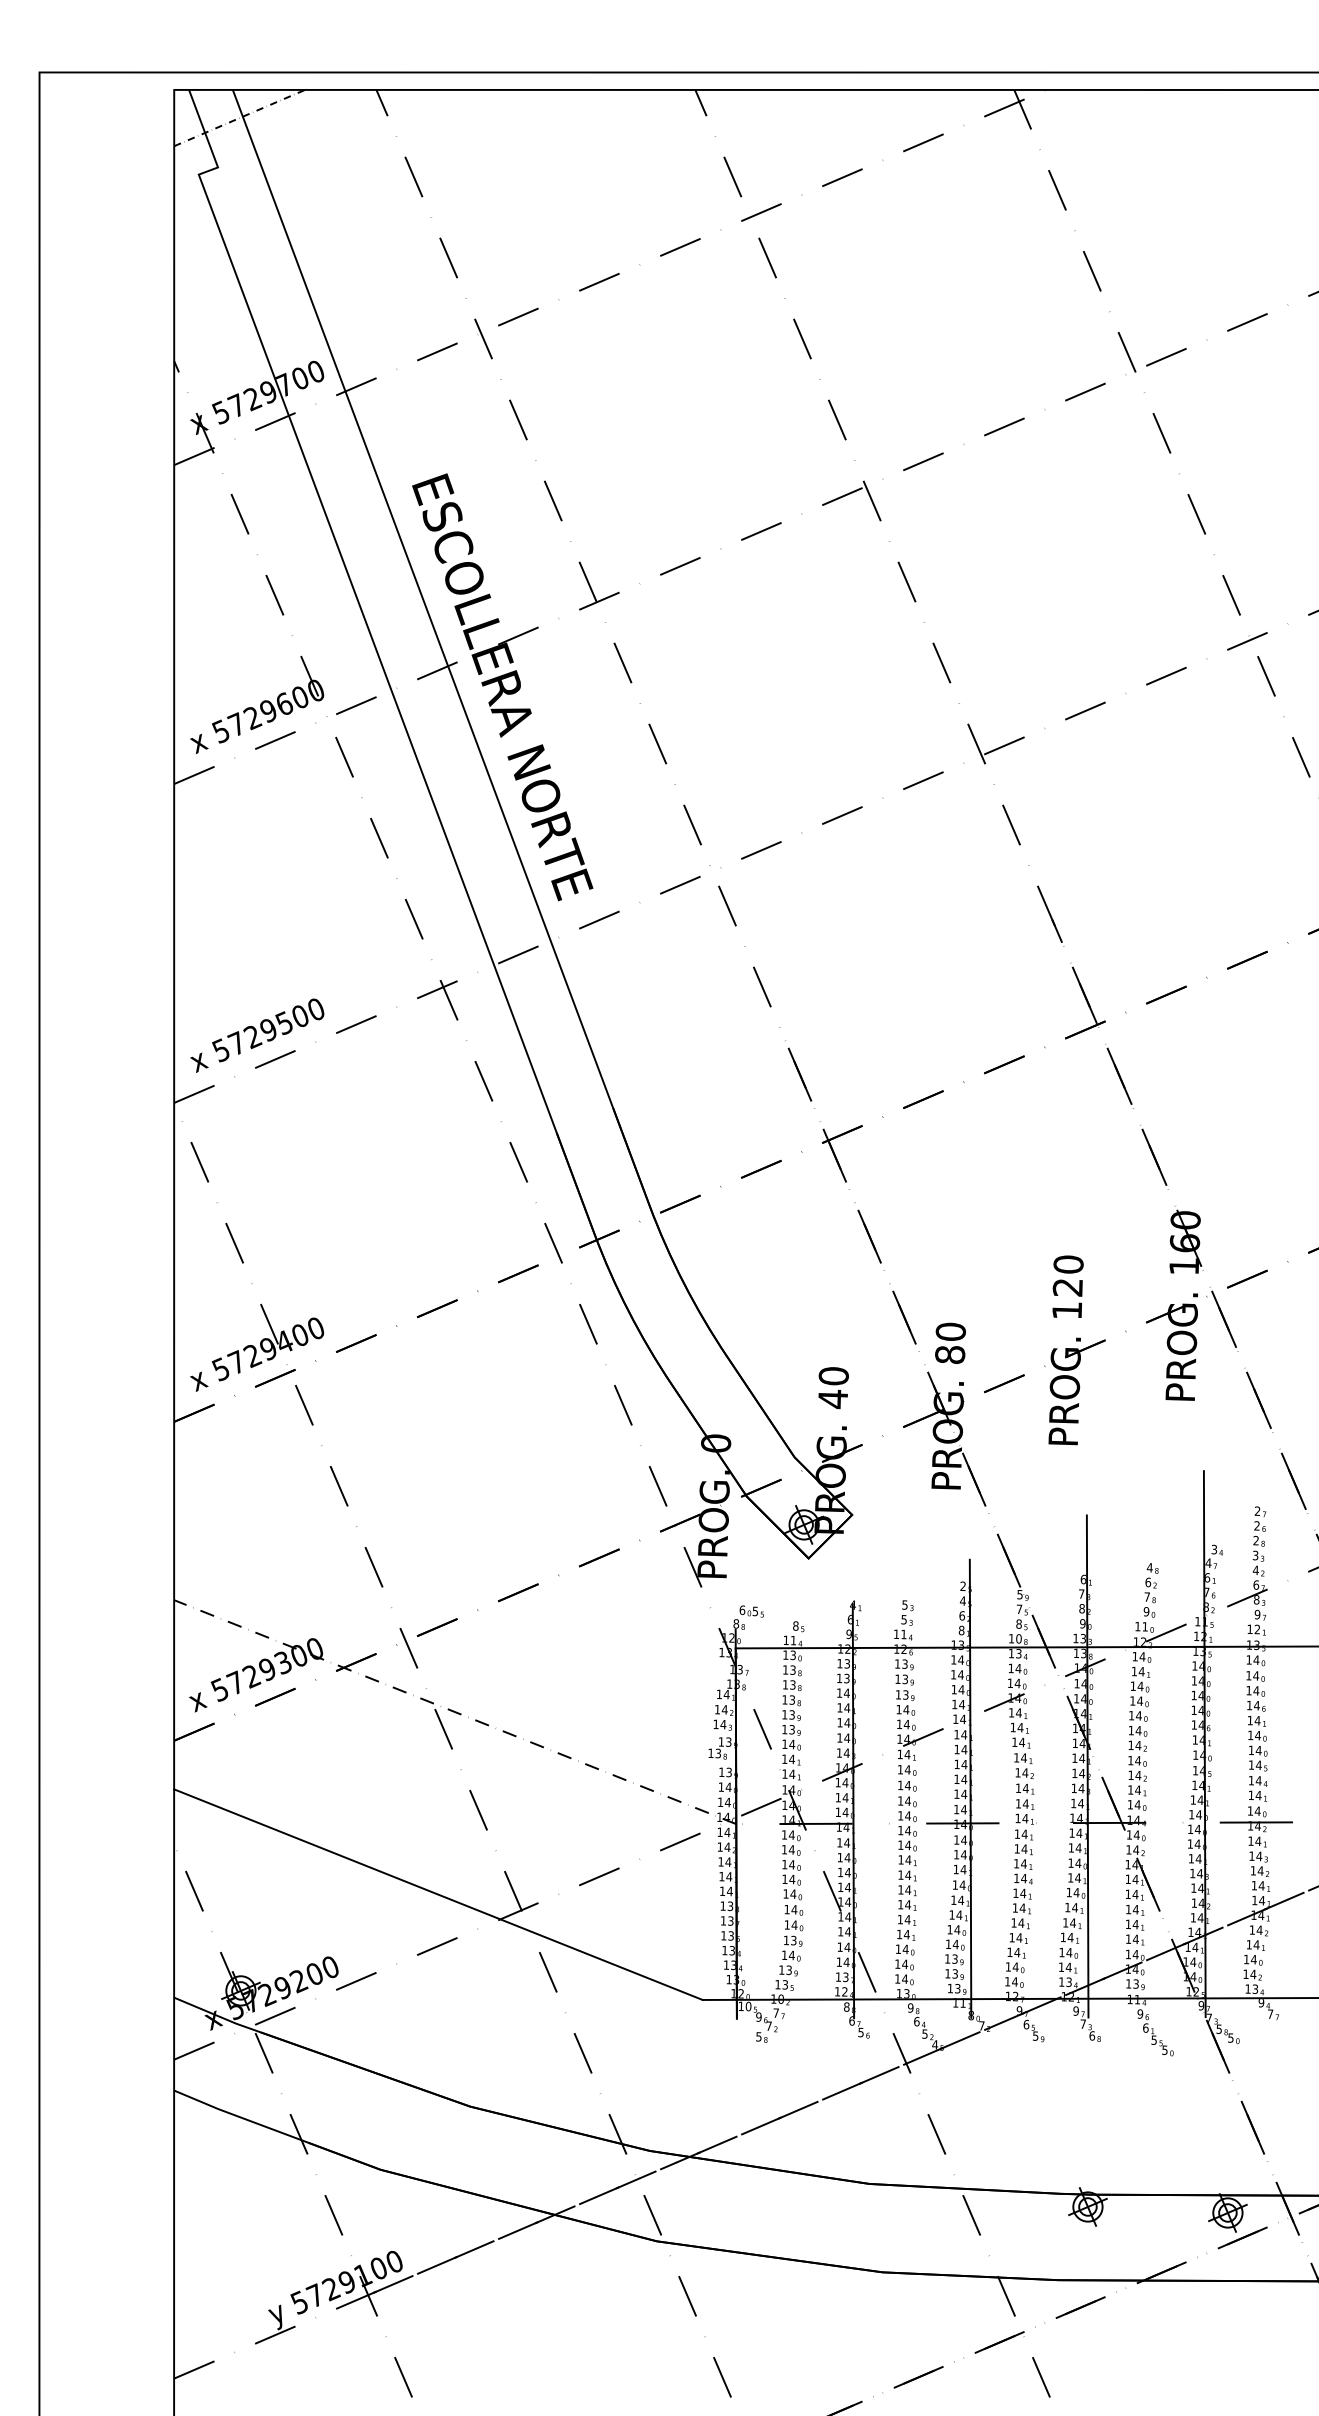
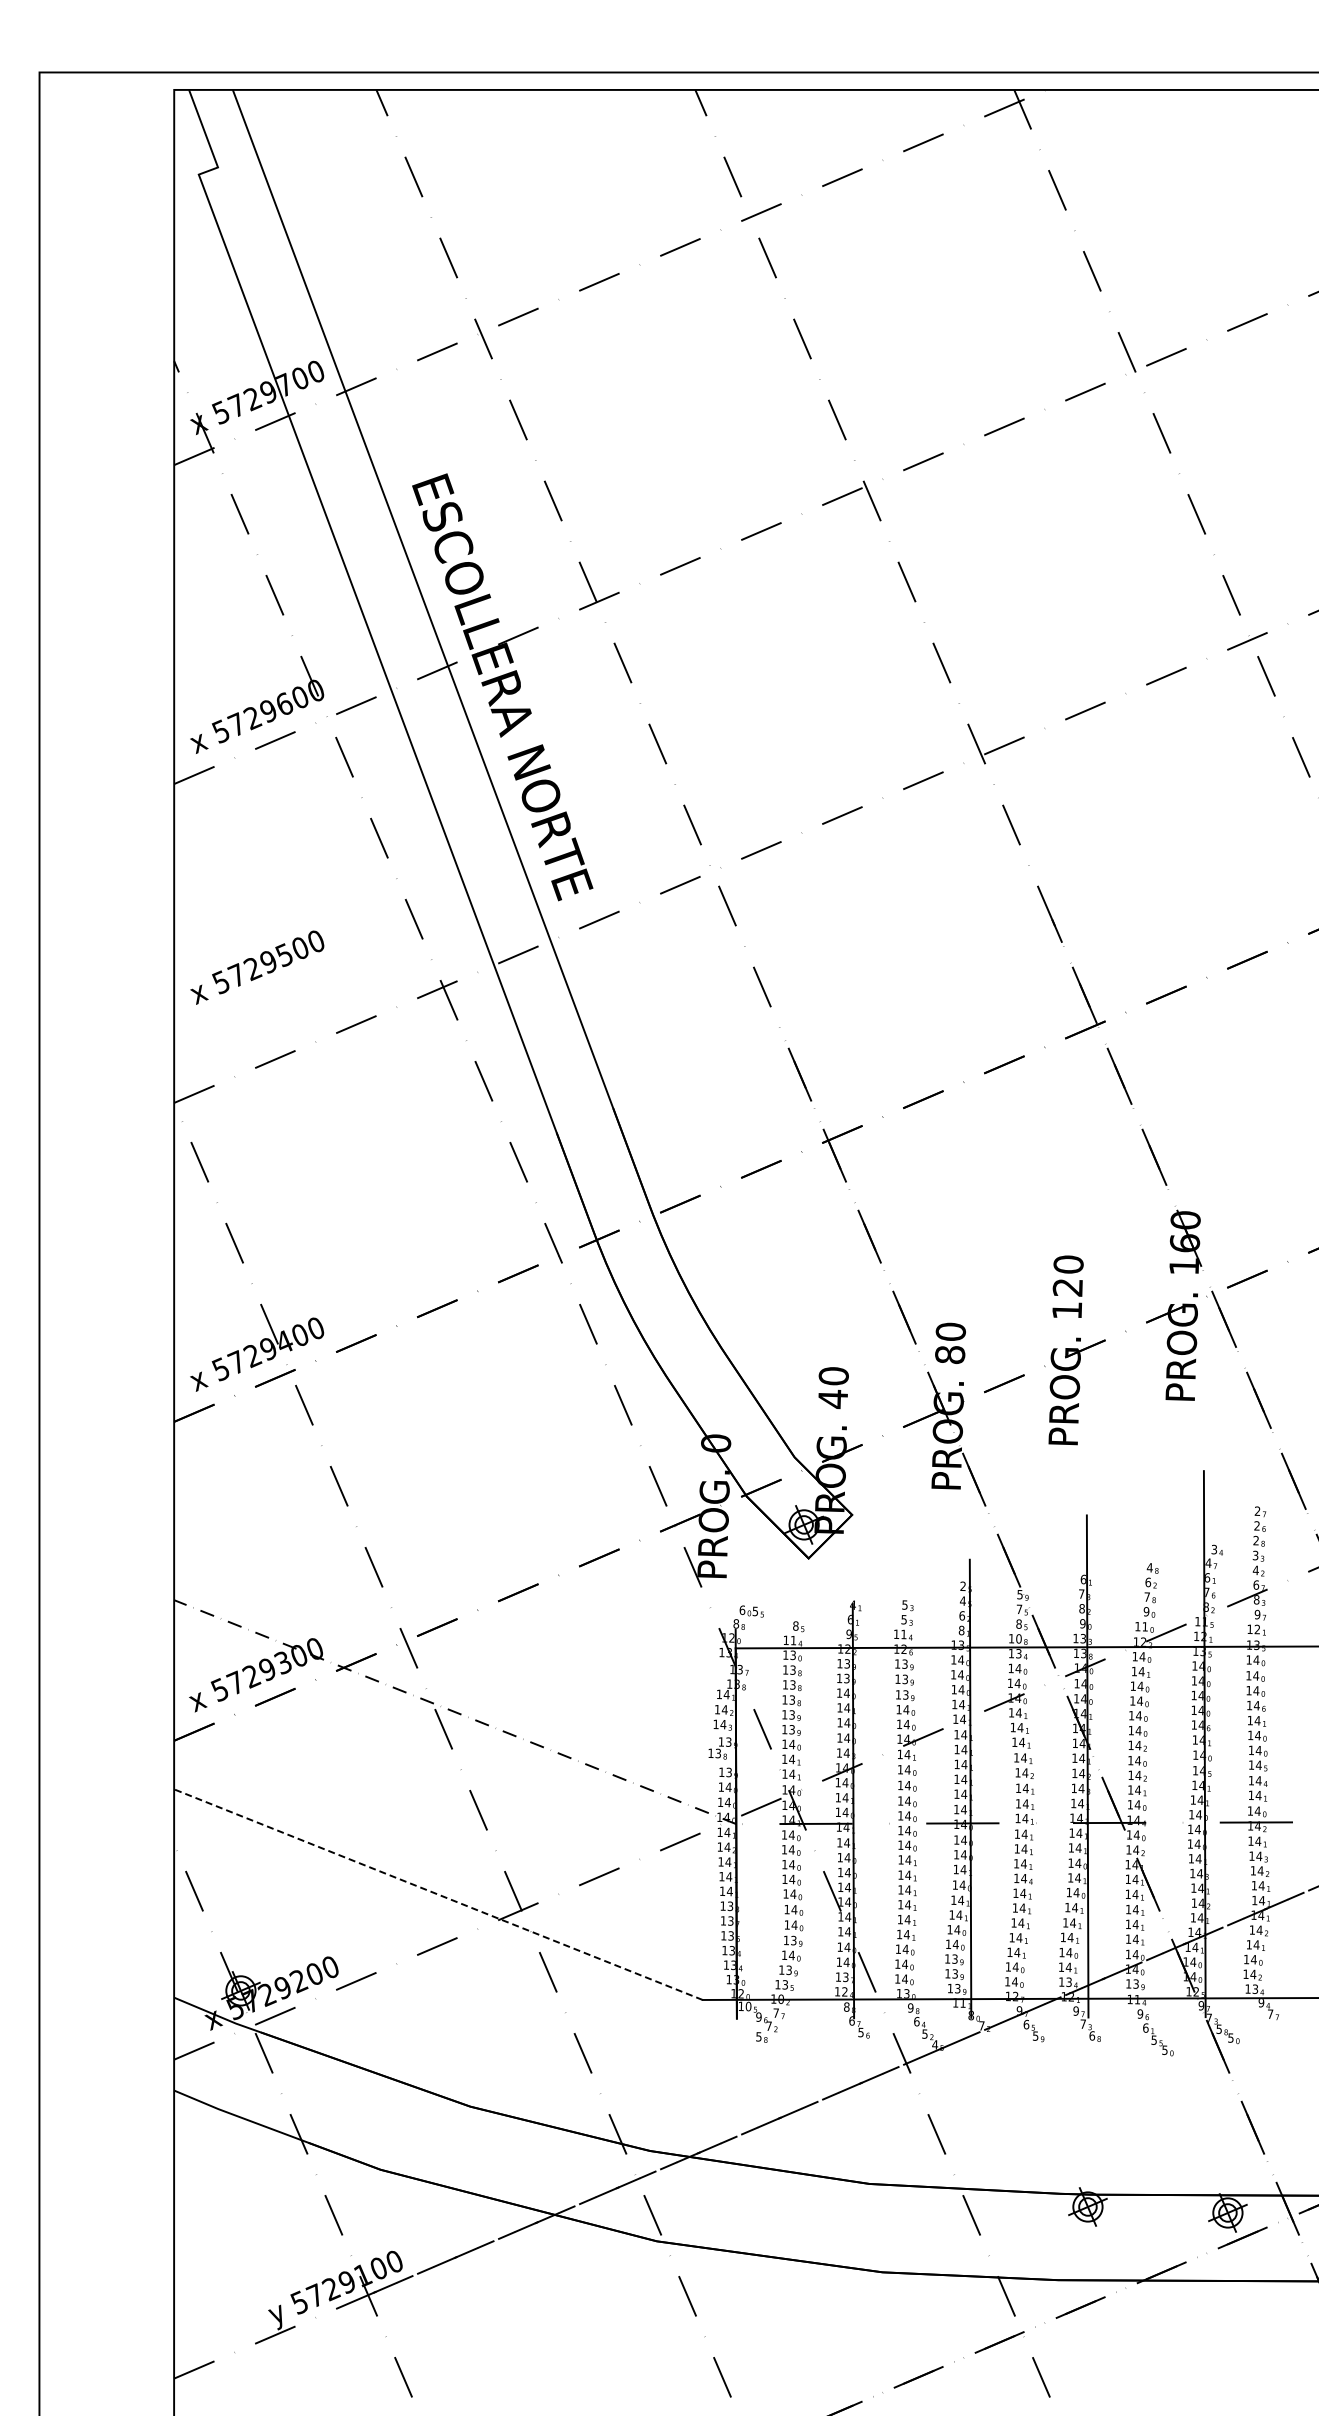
line at (239, 117): present -> none
text at (257, 1035) position: (257, 1035) -> (257, 967)
line at (438, 1894): solid -> dashed
